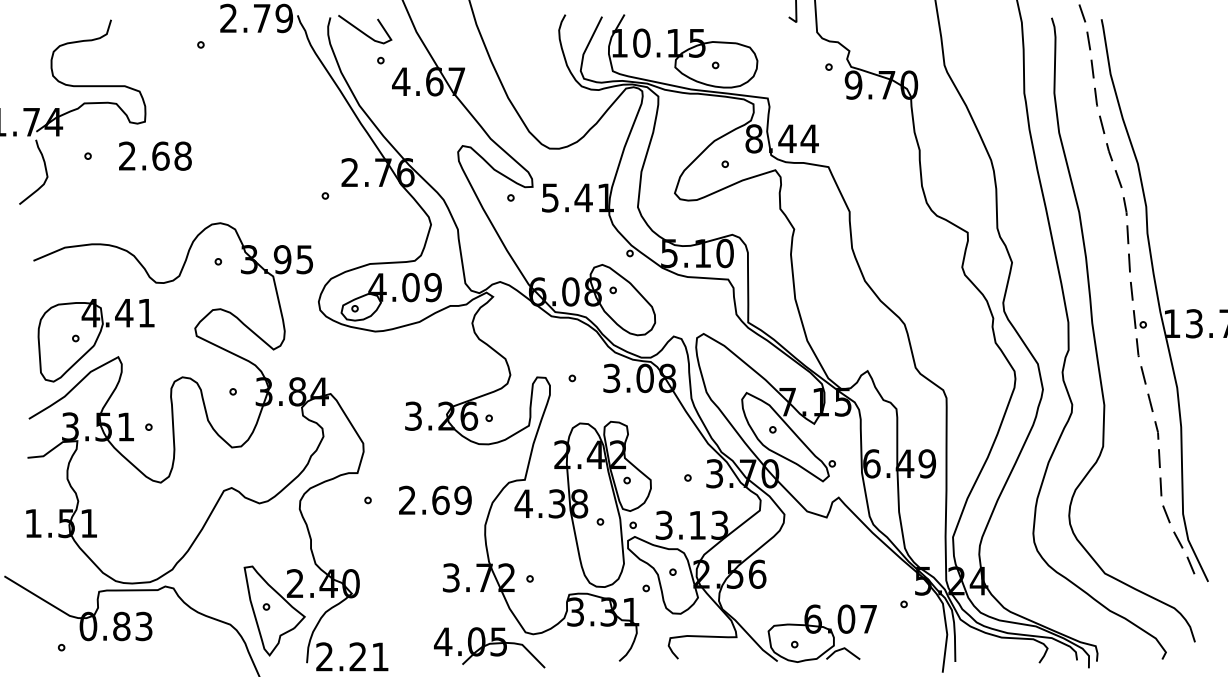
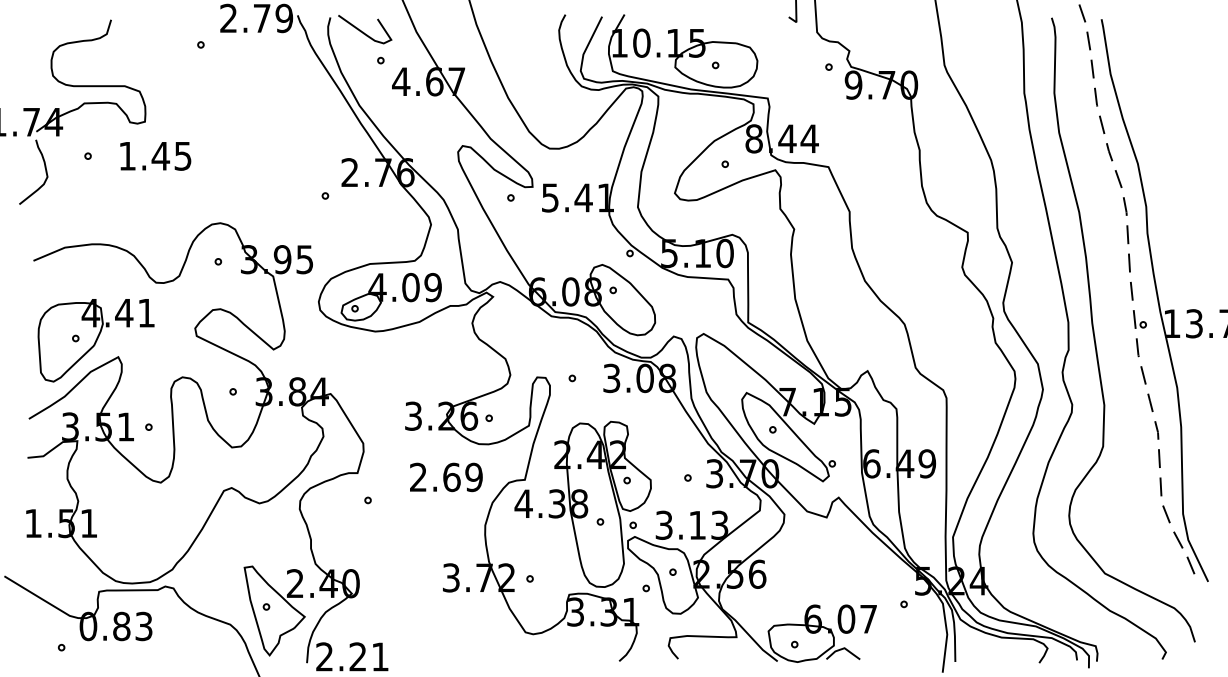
text at (155, 155): 2.68 -> 1.45
text at (435, 500) position: (435, 500) -> (446, 477)
part at (489, 647): present -> none
